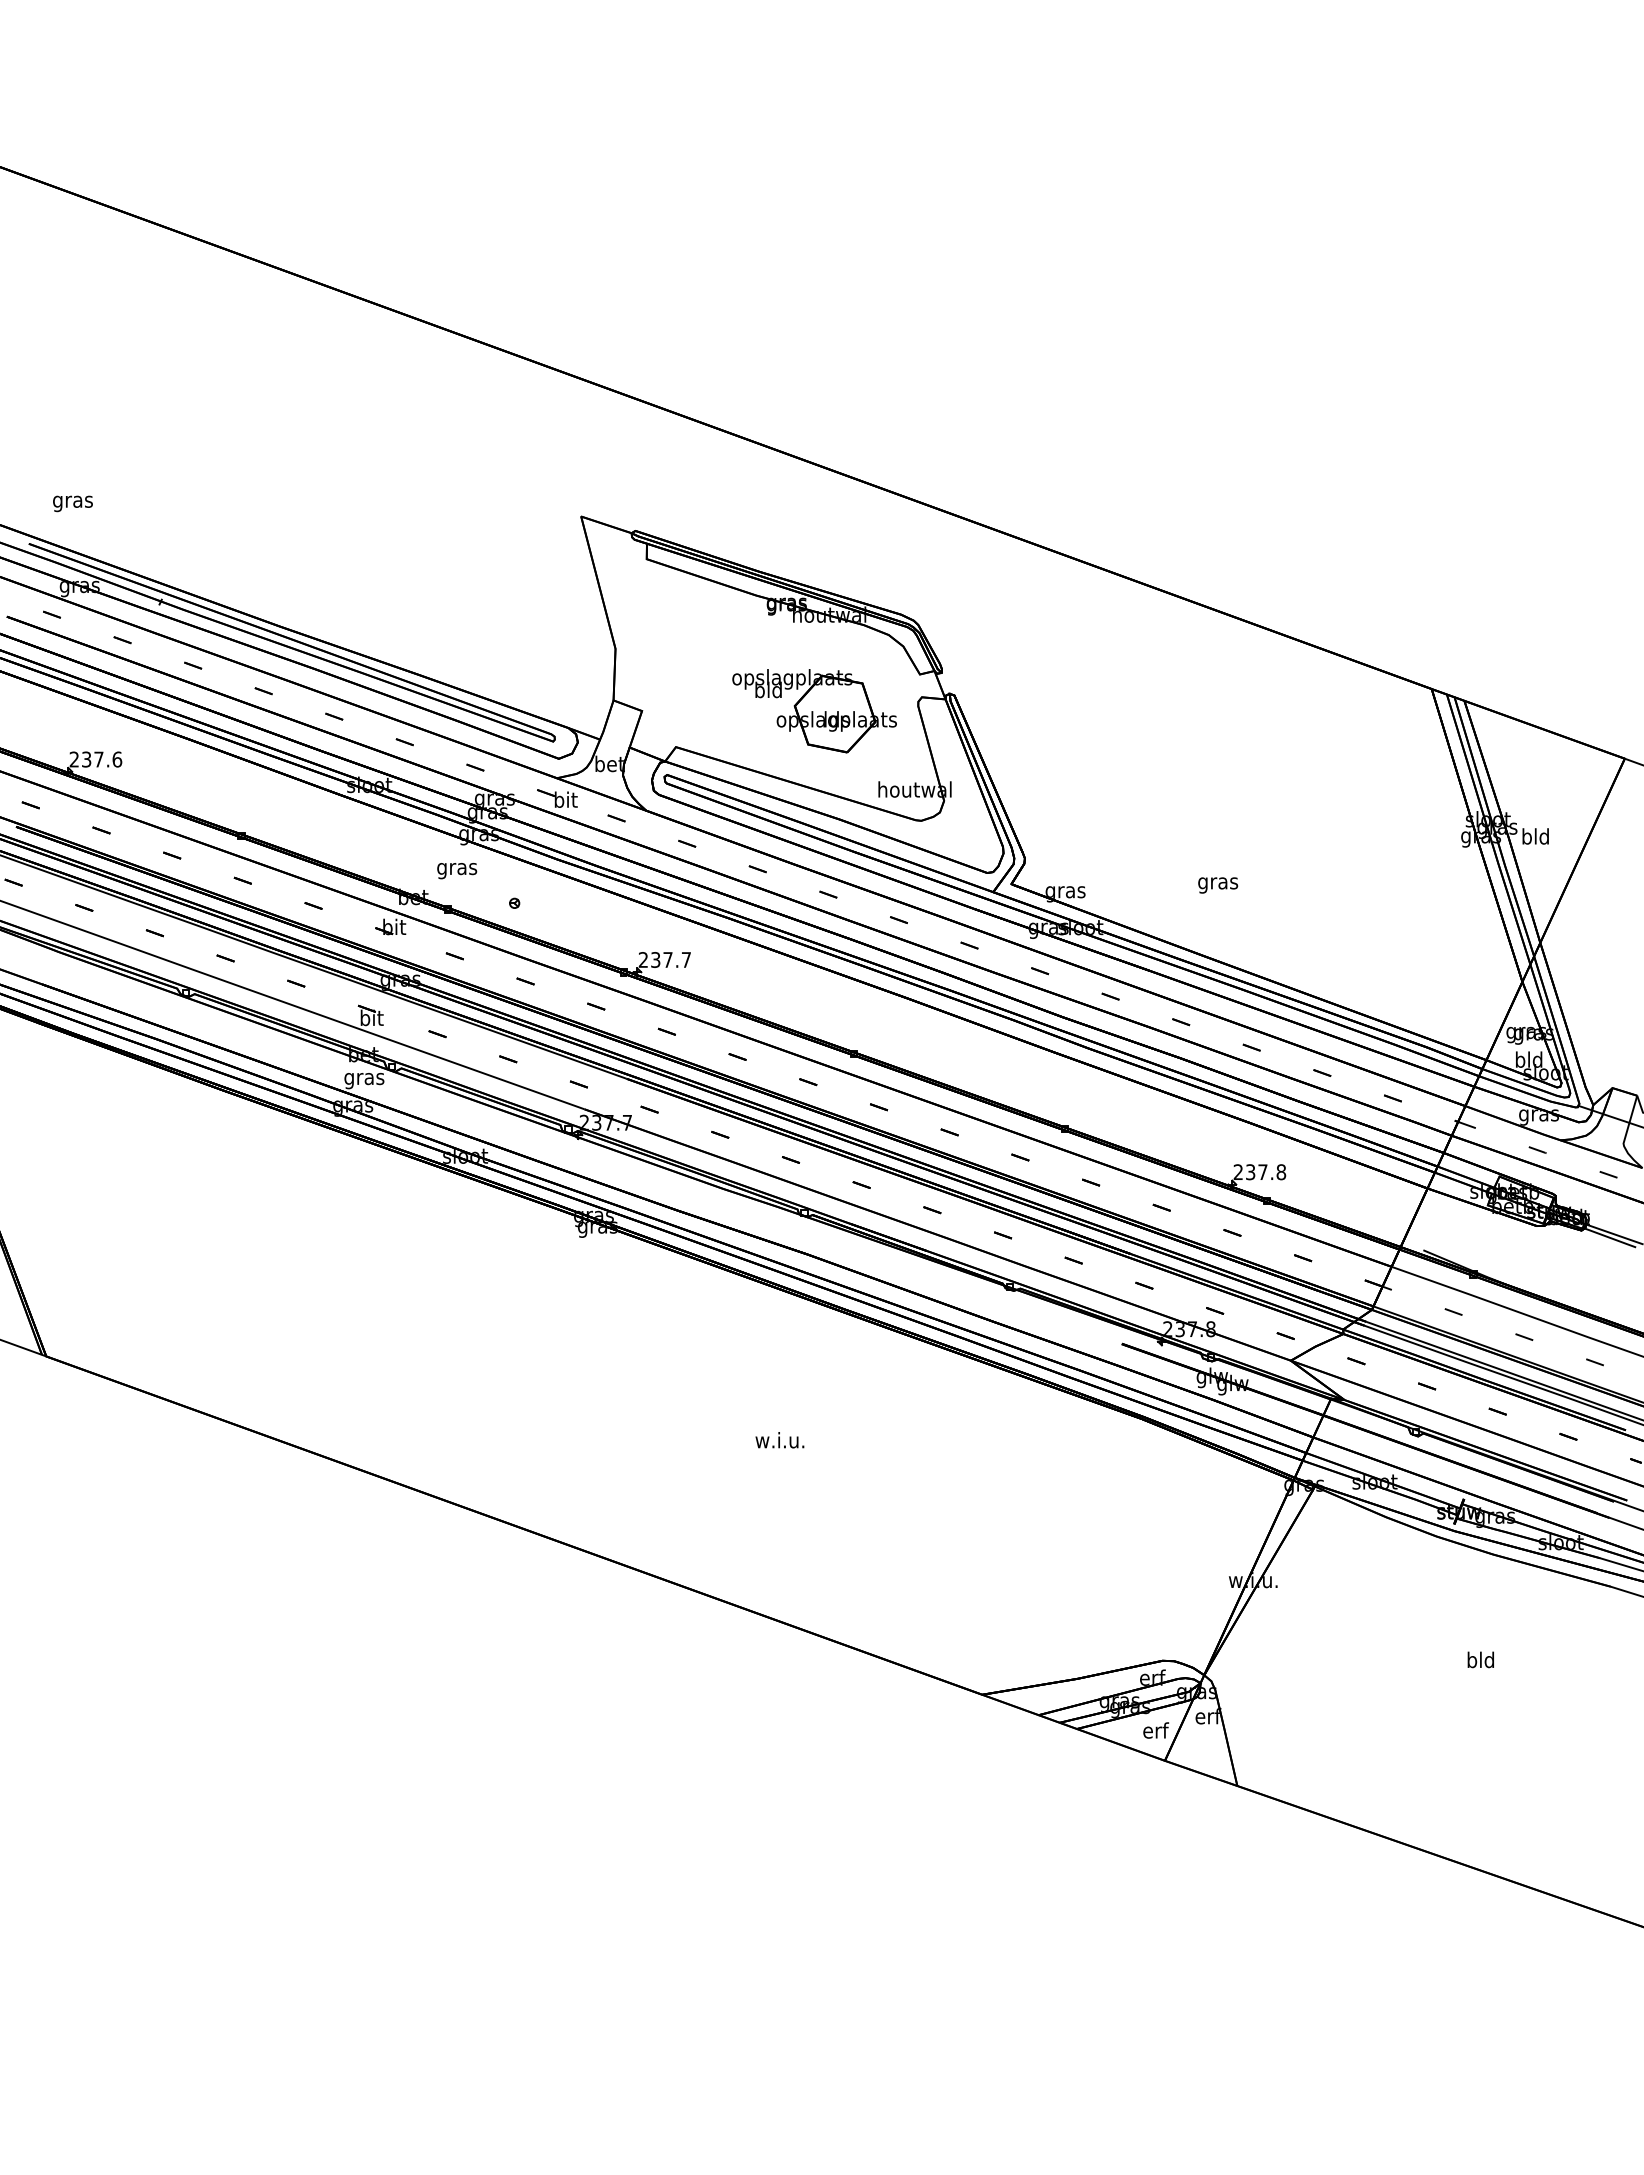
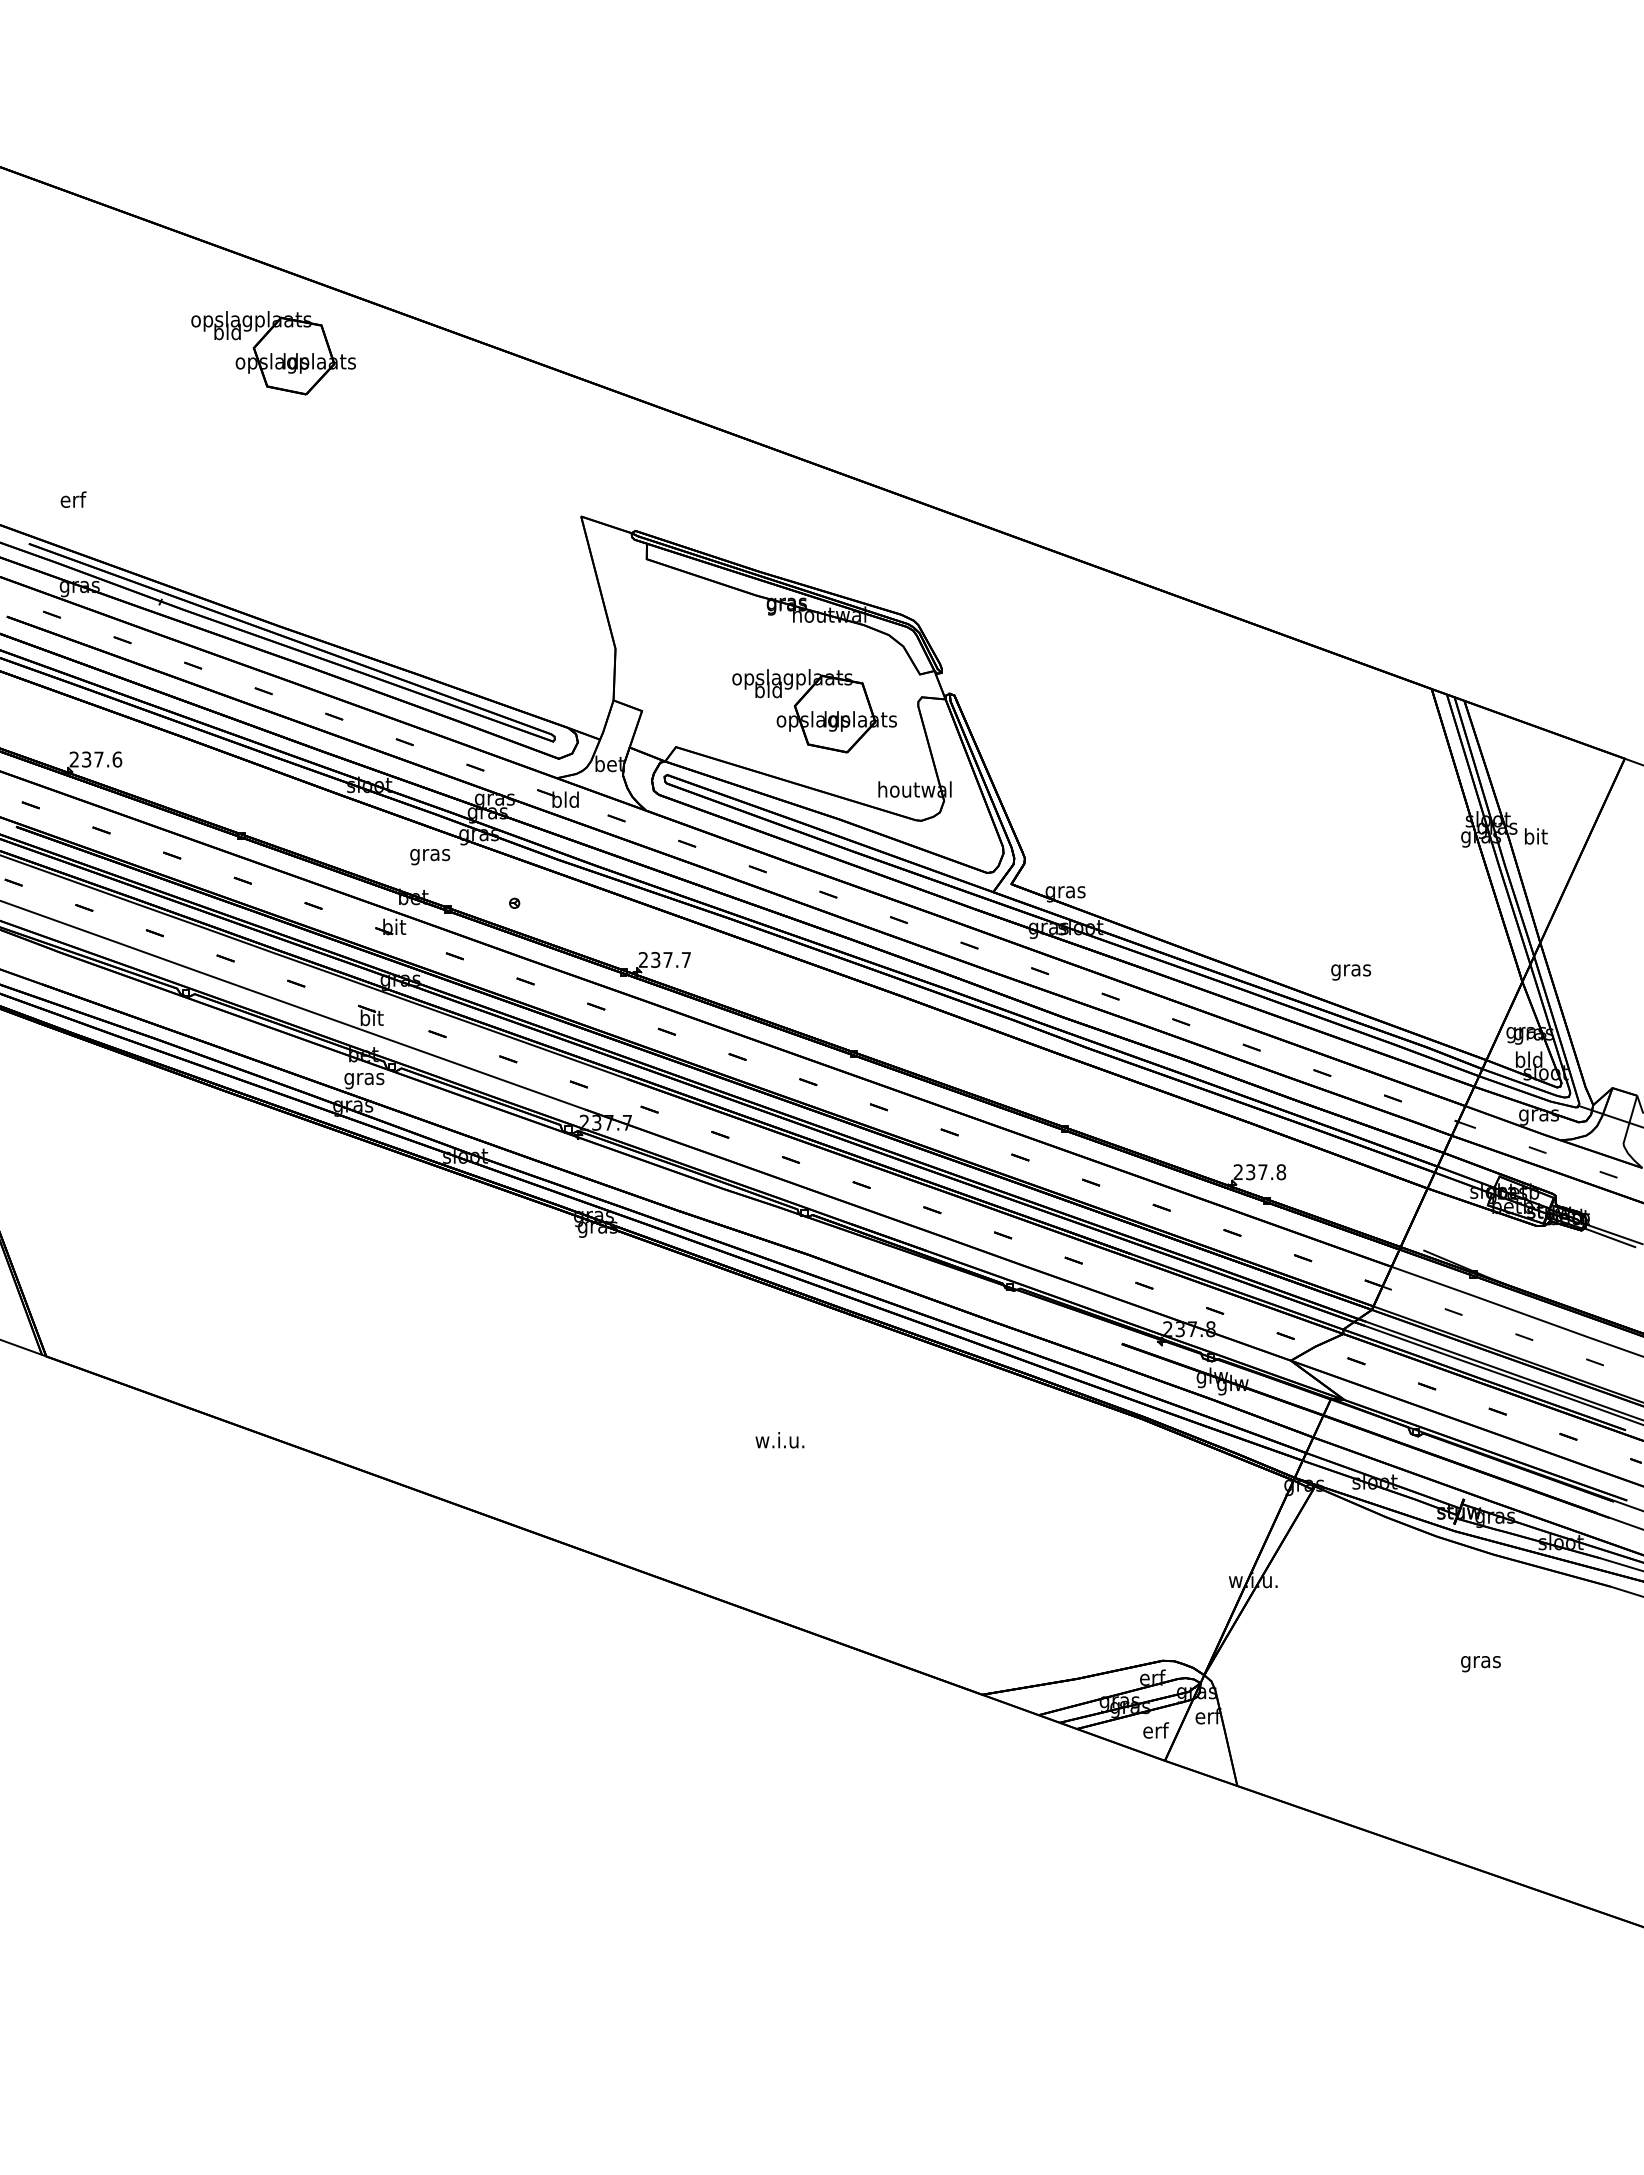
part at (273, 353): none -> present
text at (72, 501): gras -> erf
text at (565, 799): bit -> bld
text at (1535, 836): bld -> bit
text at (457, 871) position: (457, 871) -> (430, 857)
text at (1218, 885) position: (1218, 885) -> (1351, 972)
text at (1480, 1661): bld -> gras
